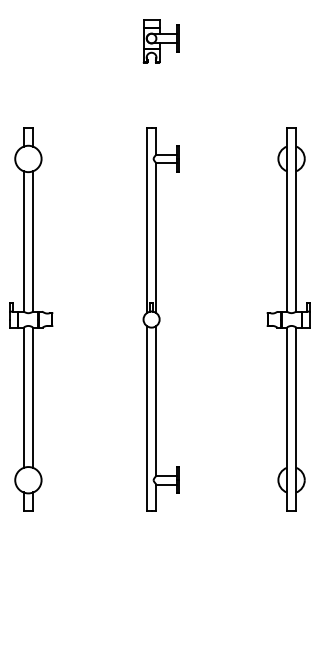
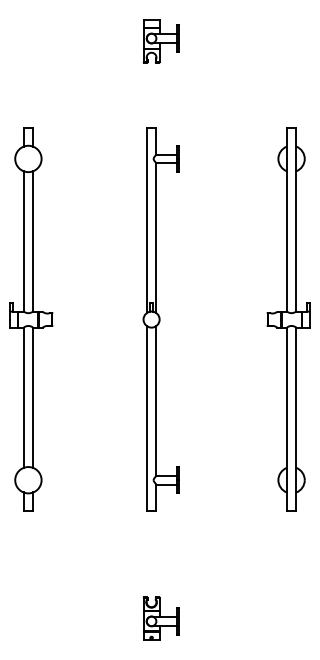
part at (160, 618): none -> present
